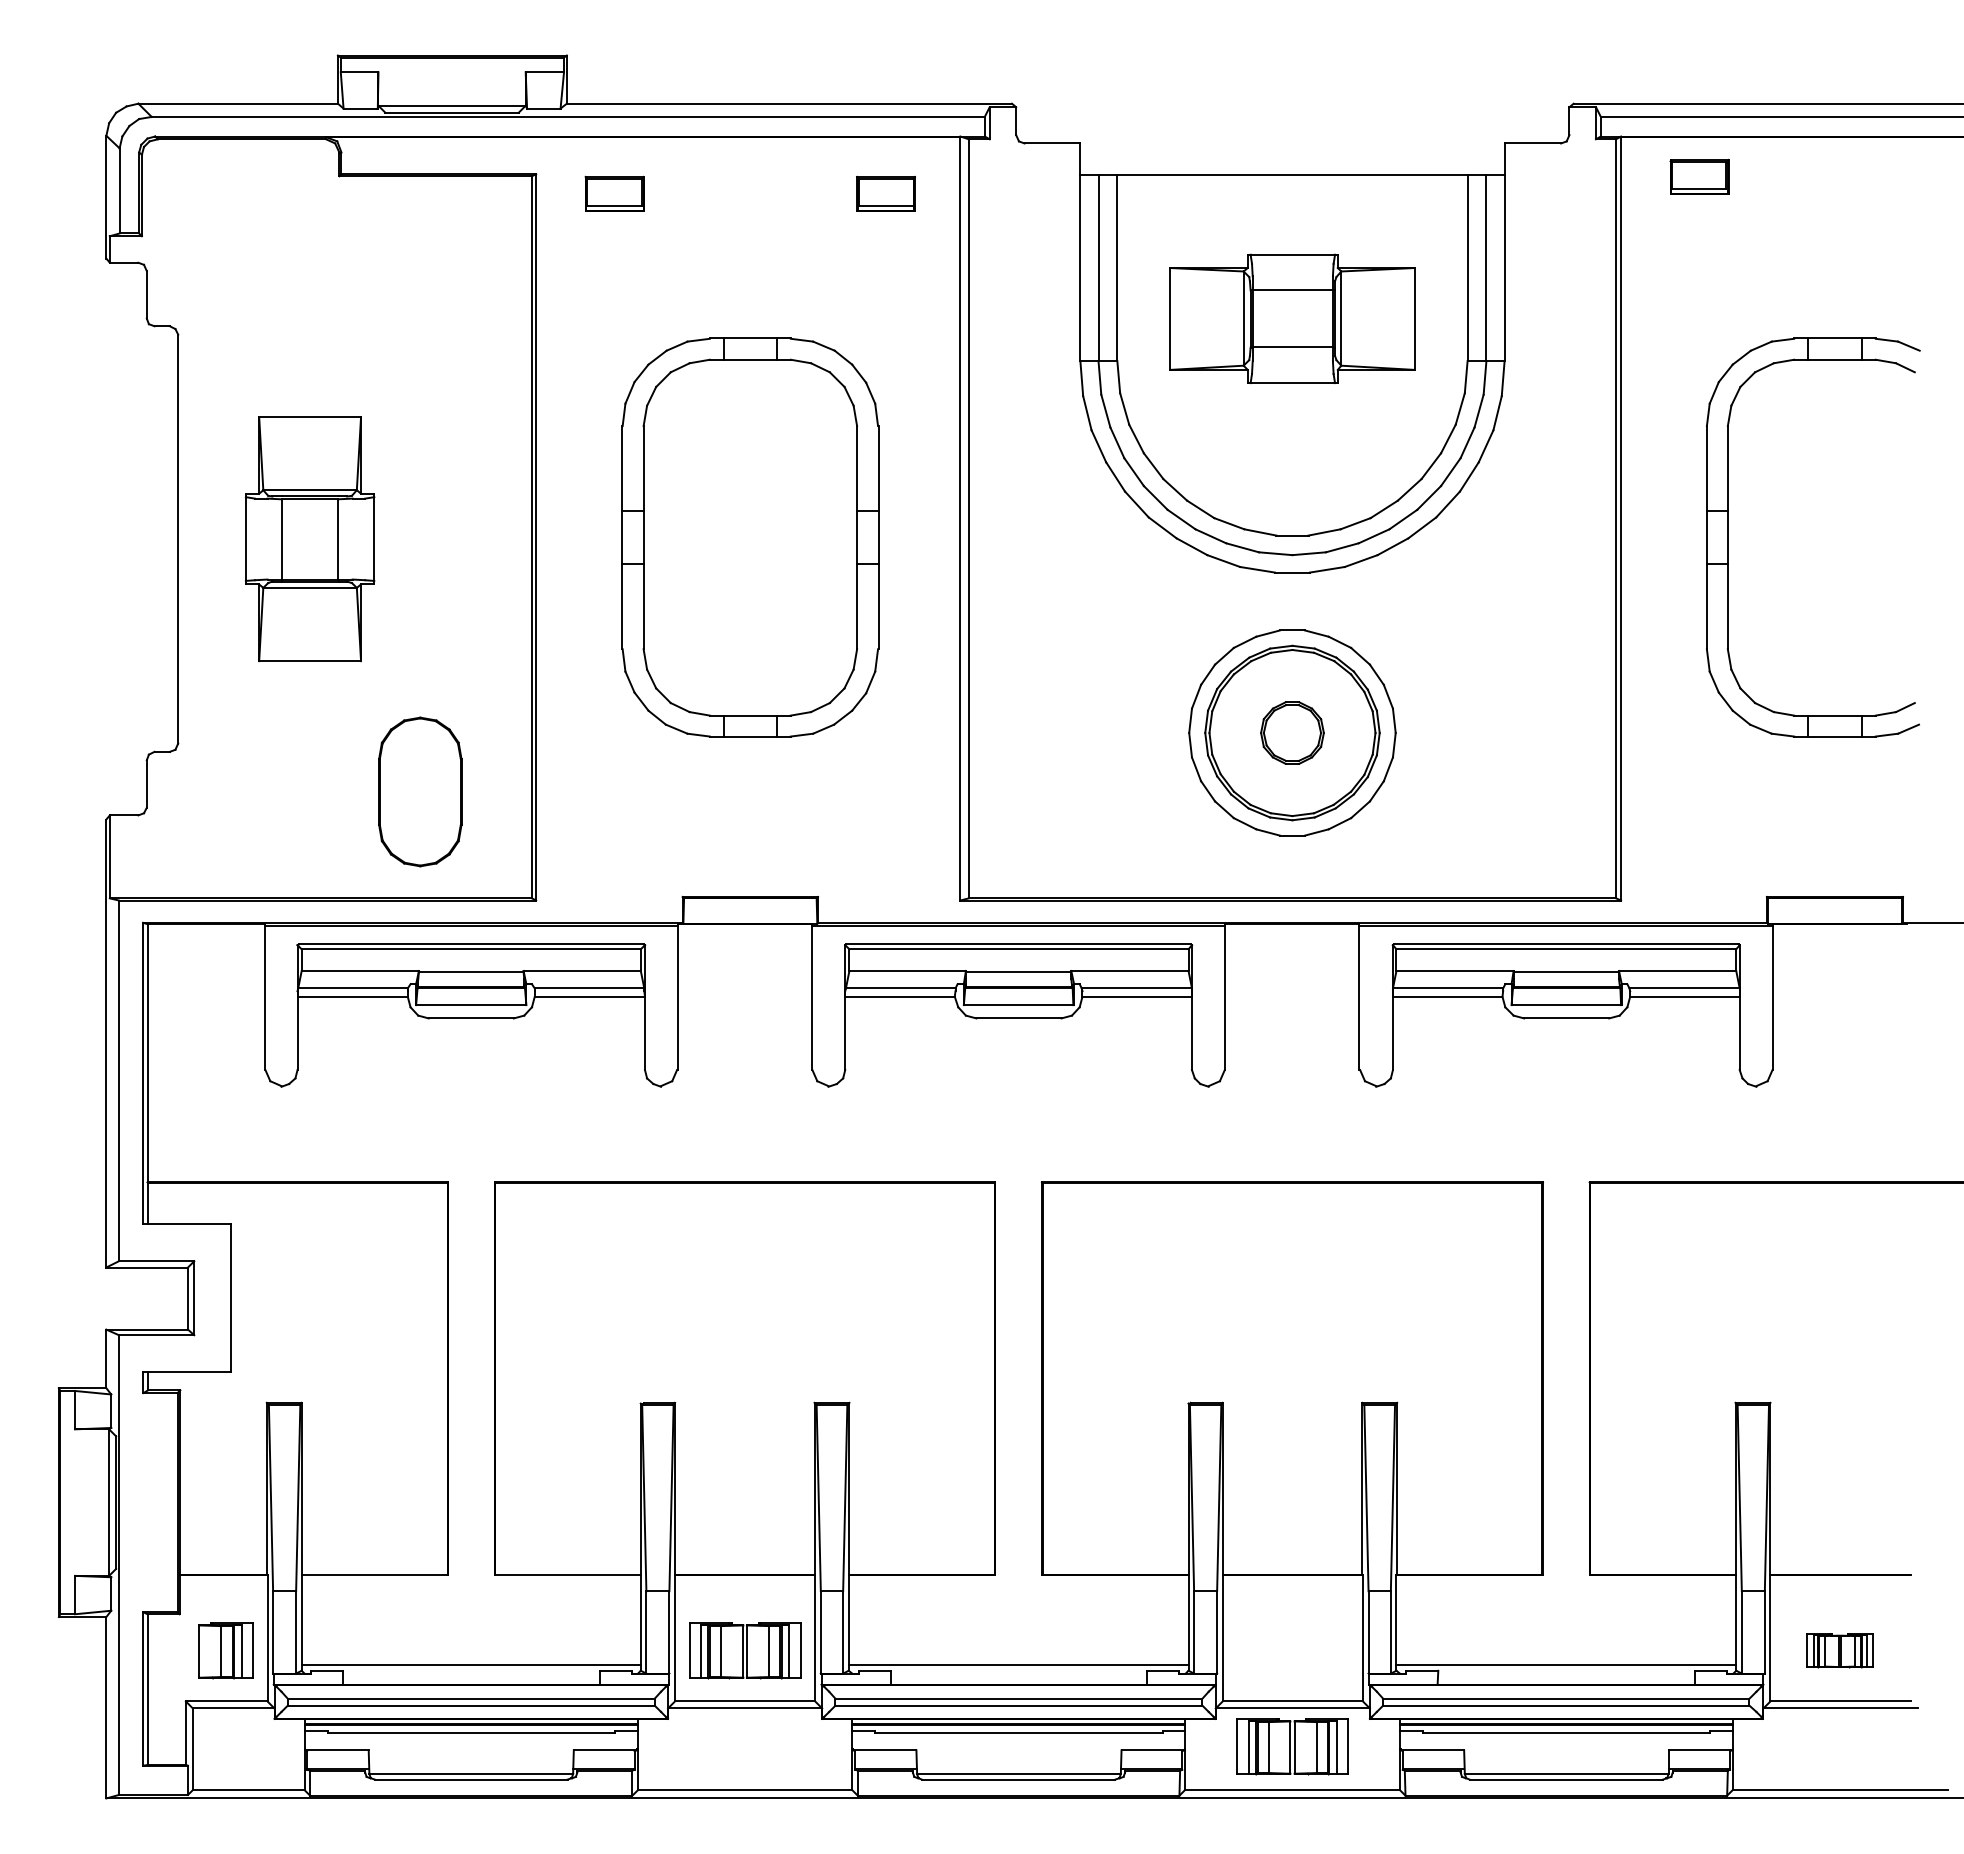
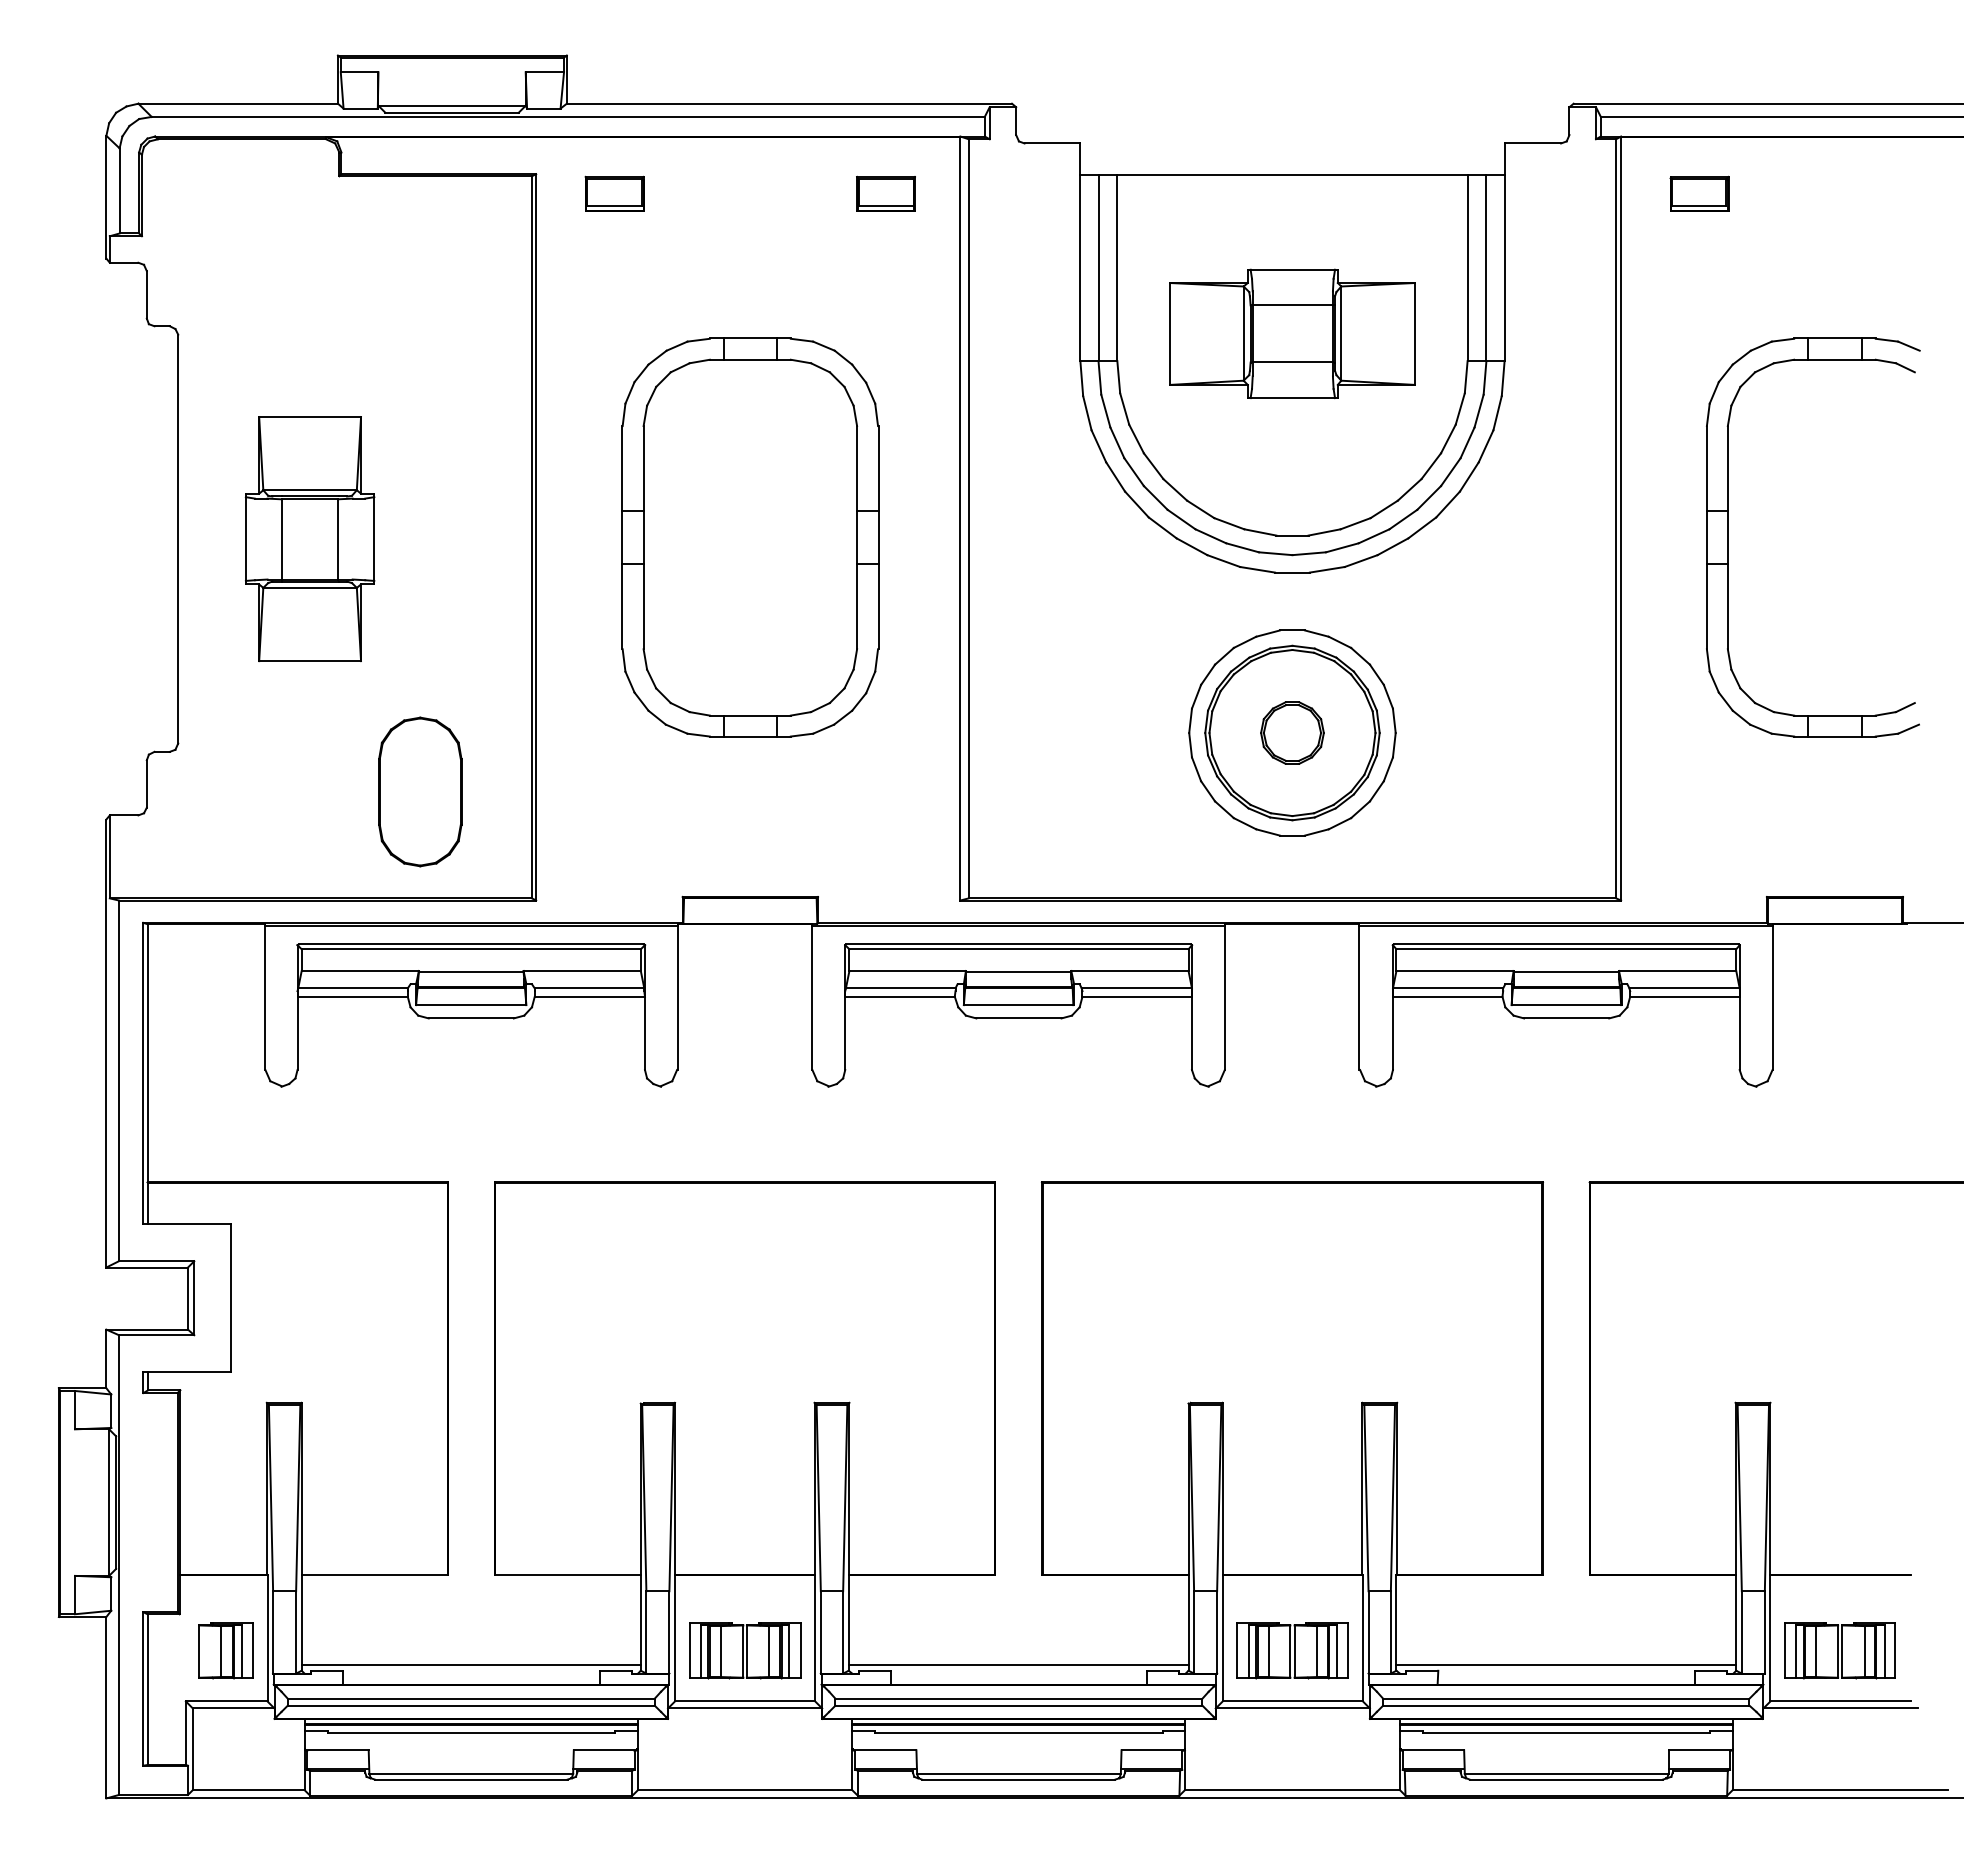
part at (1699, 176) position: (1699, 176) -> (1699, 193)
part at (1292, 318) position: (1292, 318) -> (1292, 333)
part at (1839, 1650) size: 68x36 px -> 112x58 px
part at (1292, 1746) position: (1292, 1746) -> (1292, 1650)
